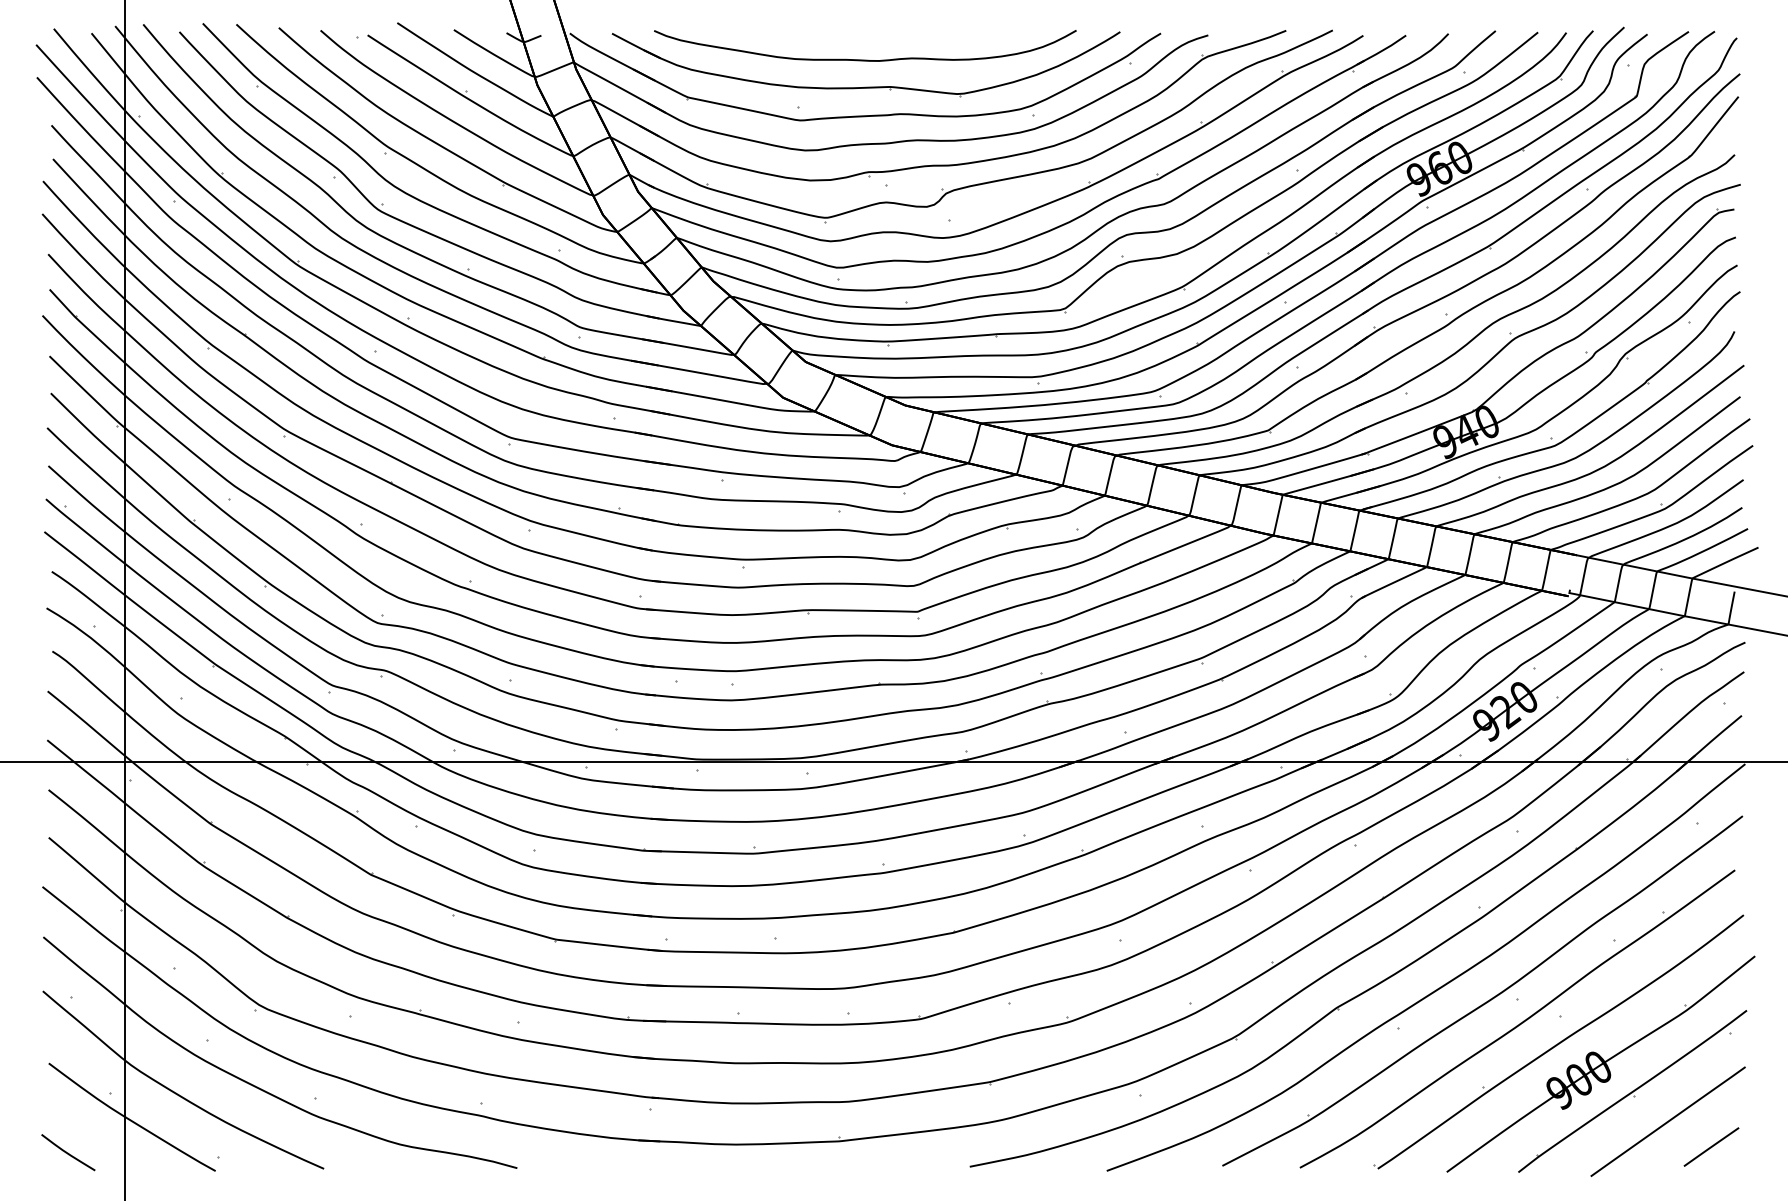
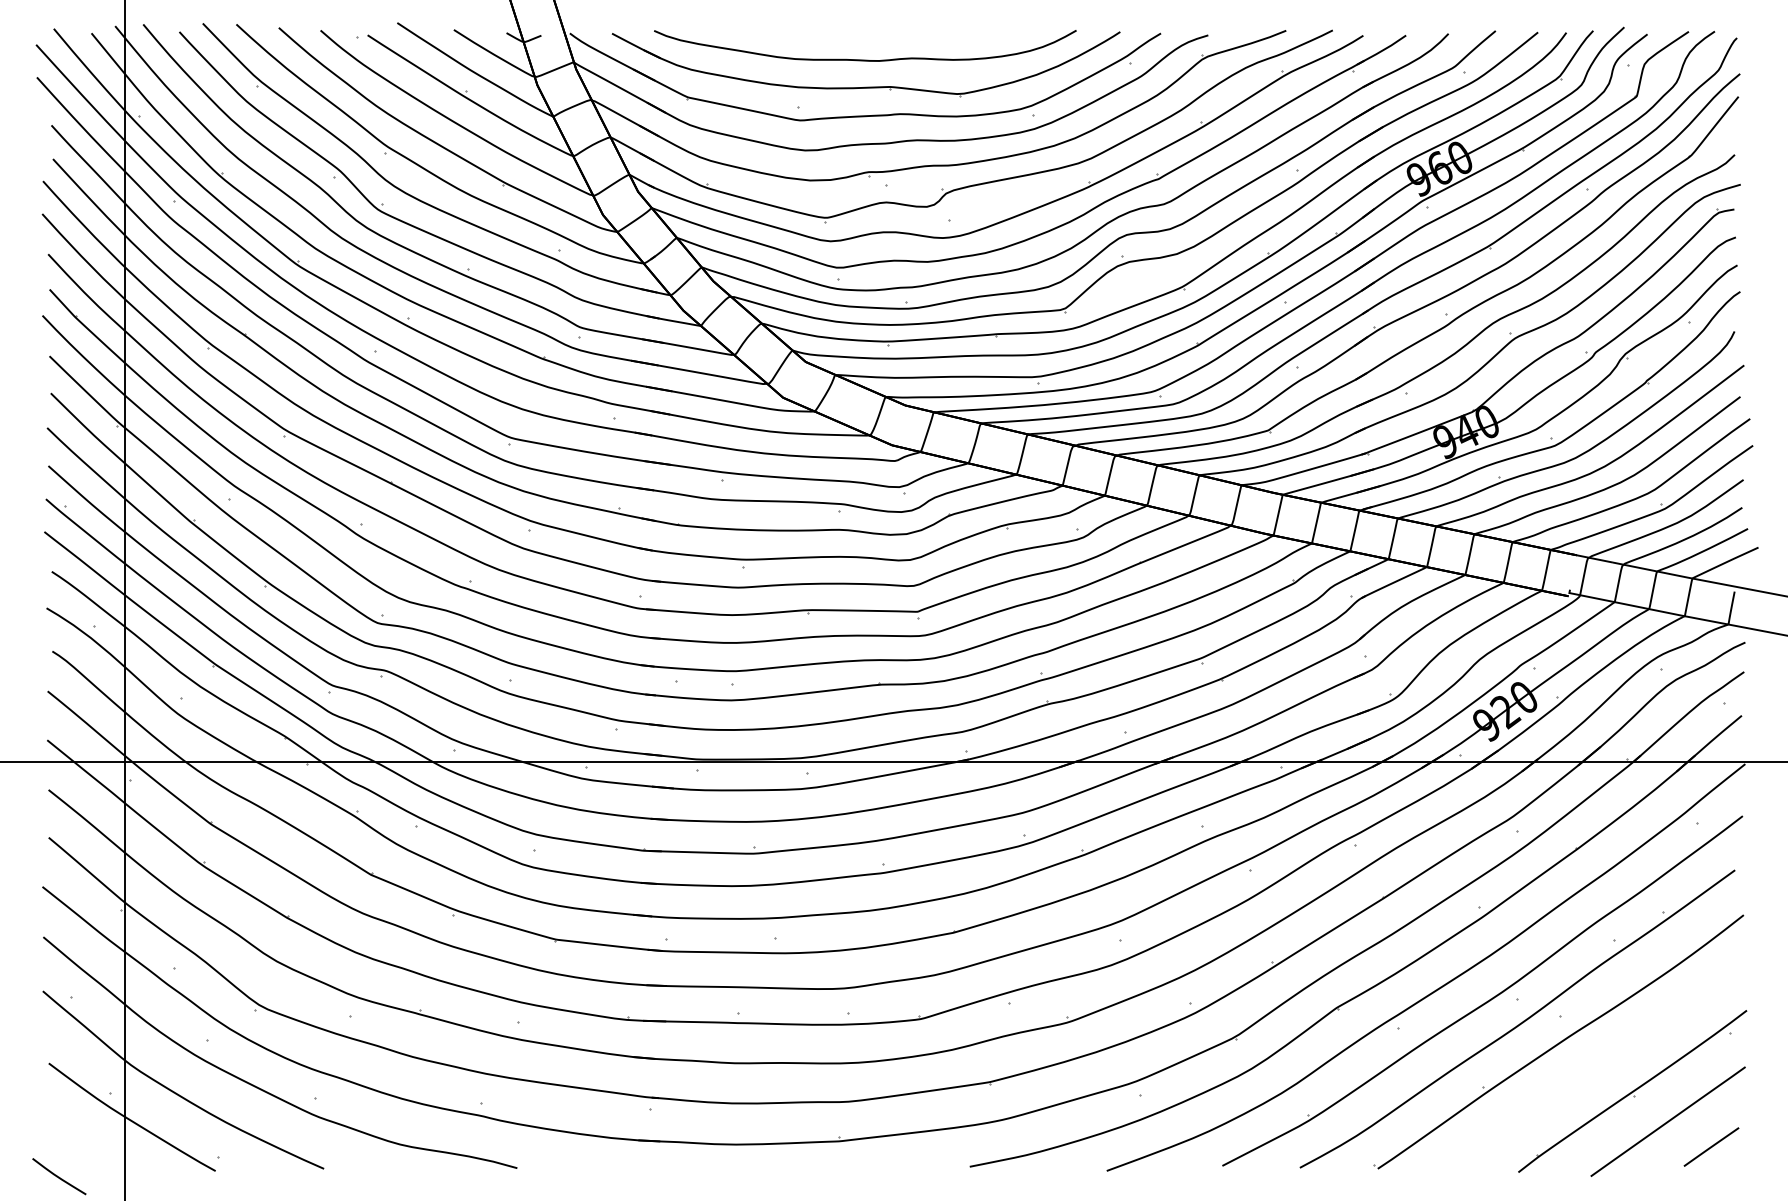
part at (1600, 1063): present -> none
curve at (68, 1152) position: (68, 1152) -> (59, 1176)
